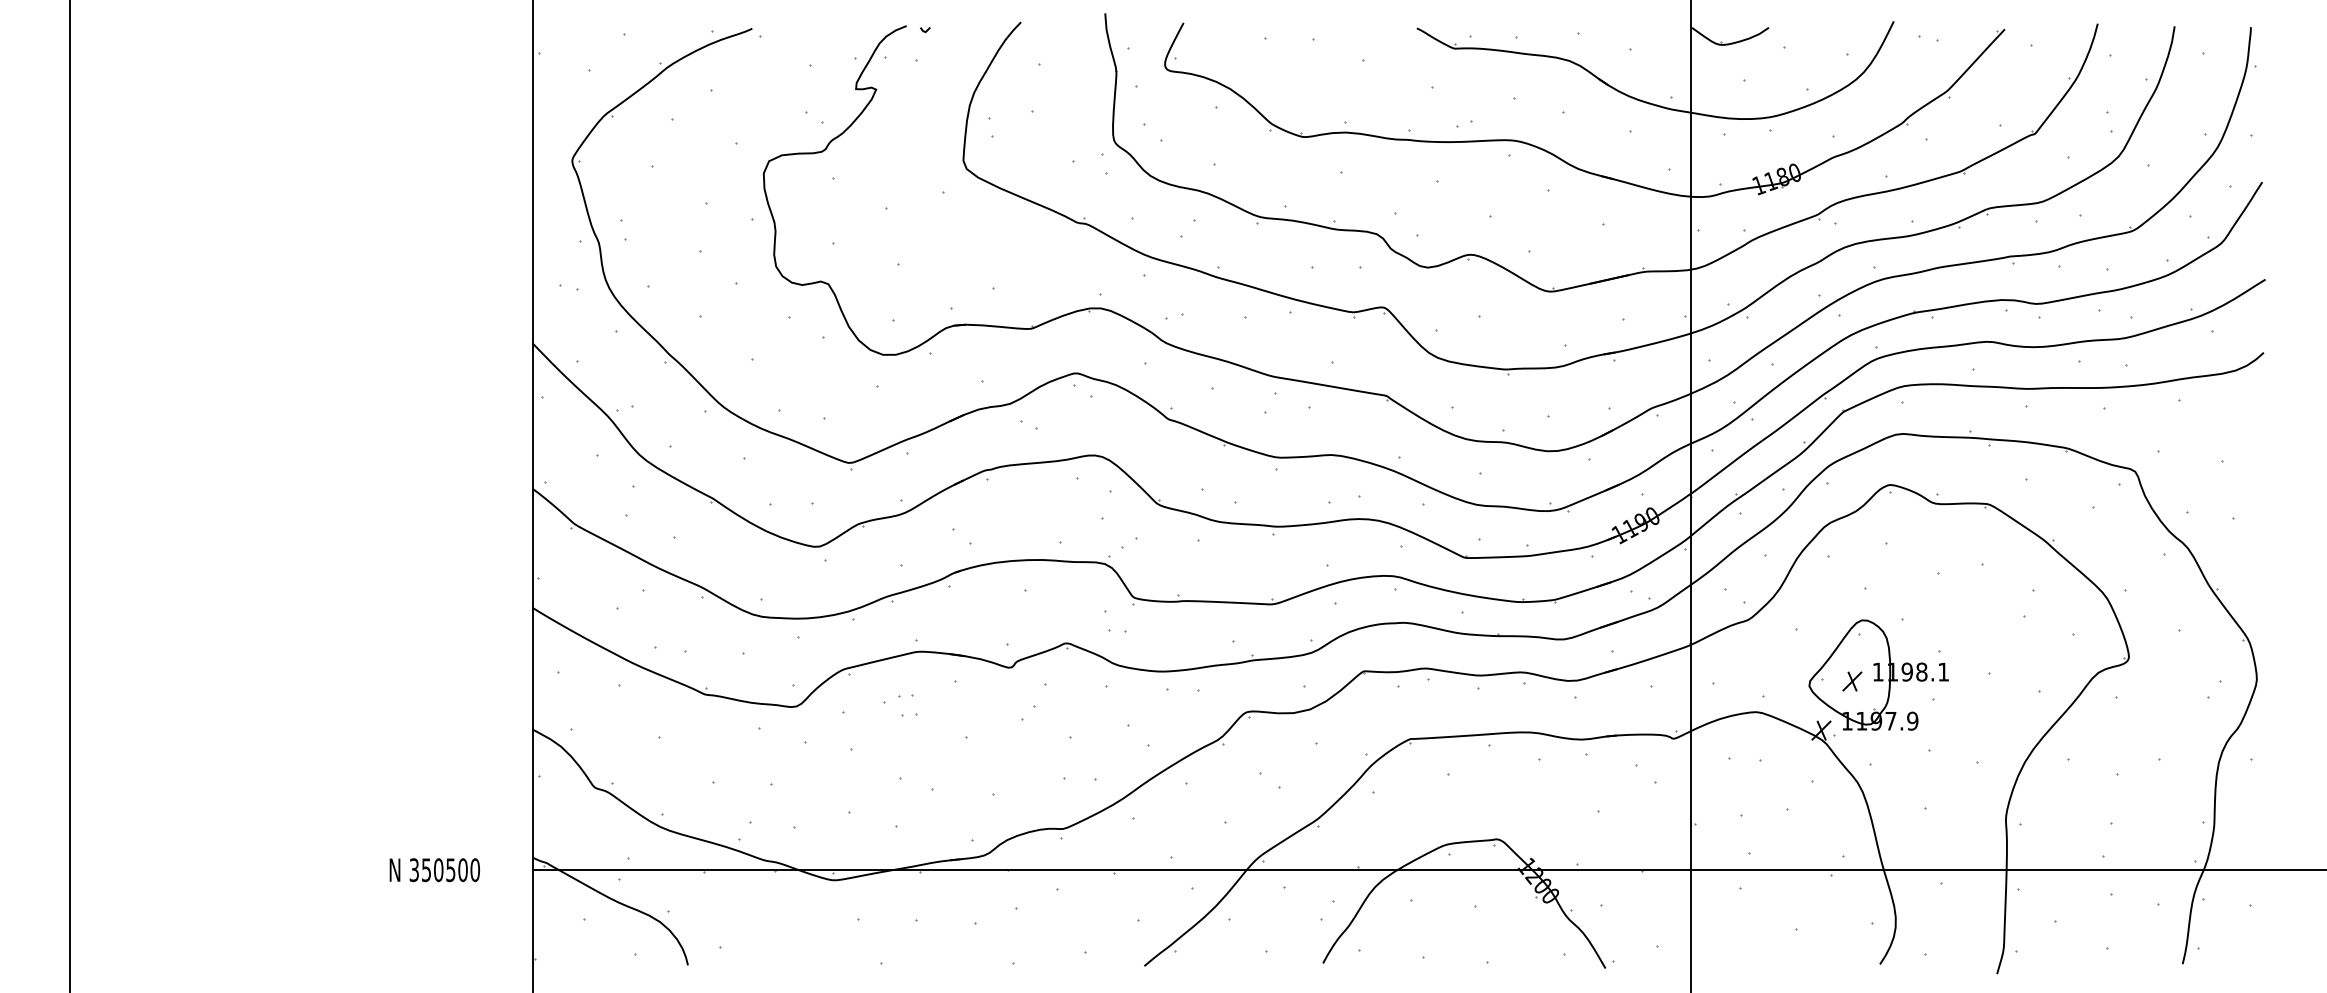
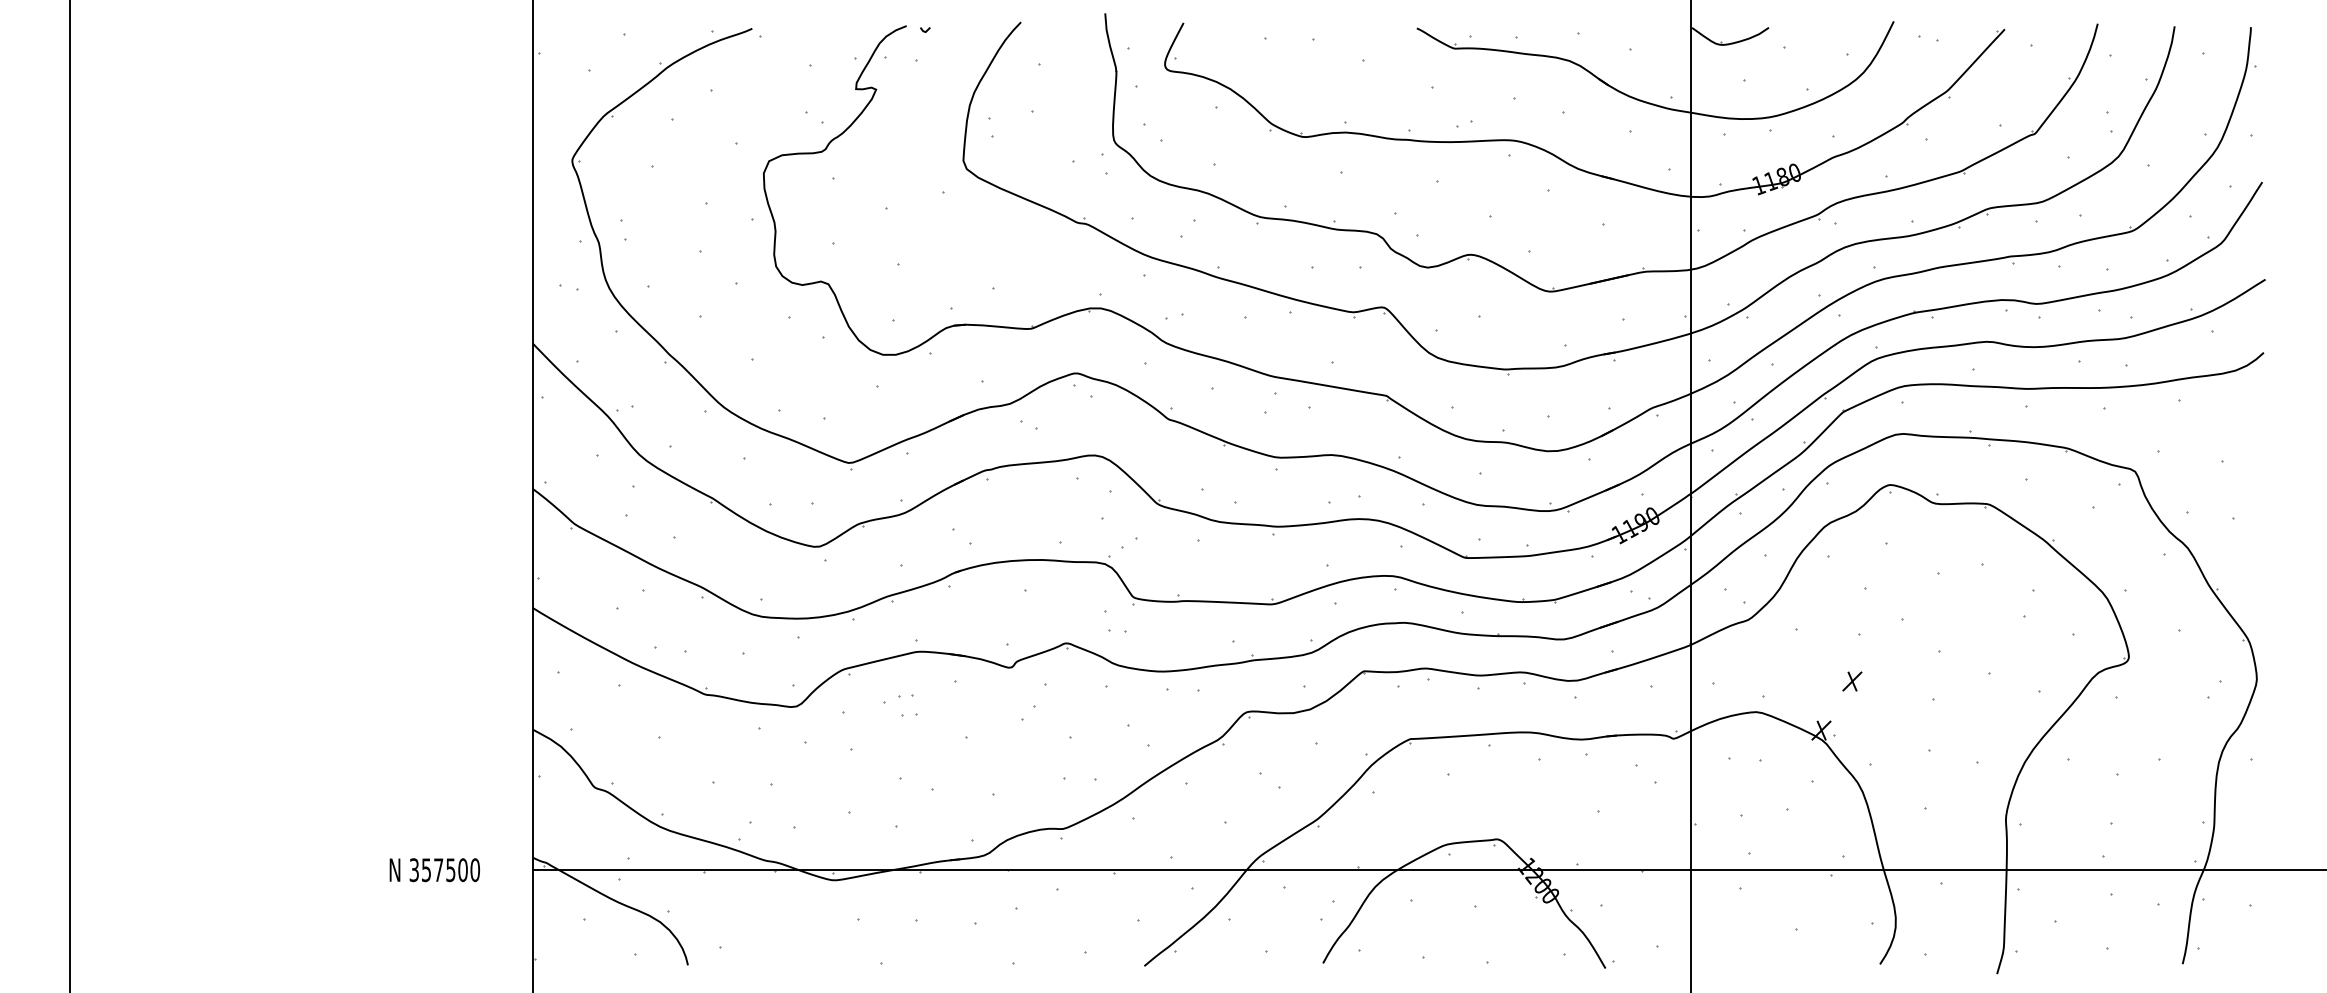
part at (1878, 674): present -> none
text at (438, 870): 350500 -> 357500
